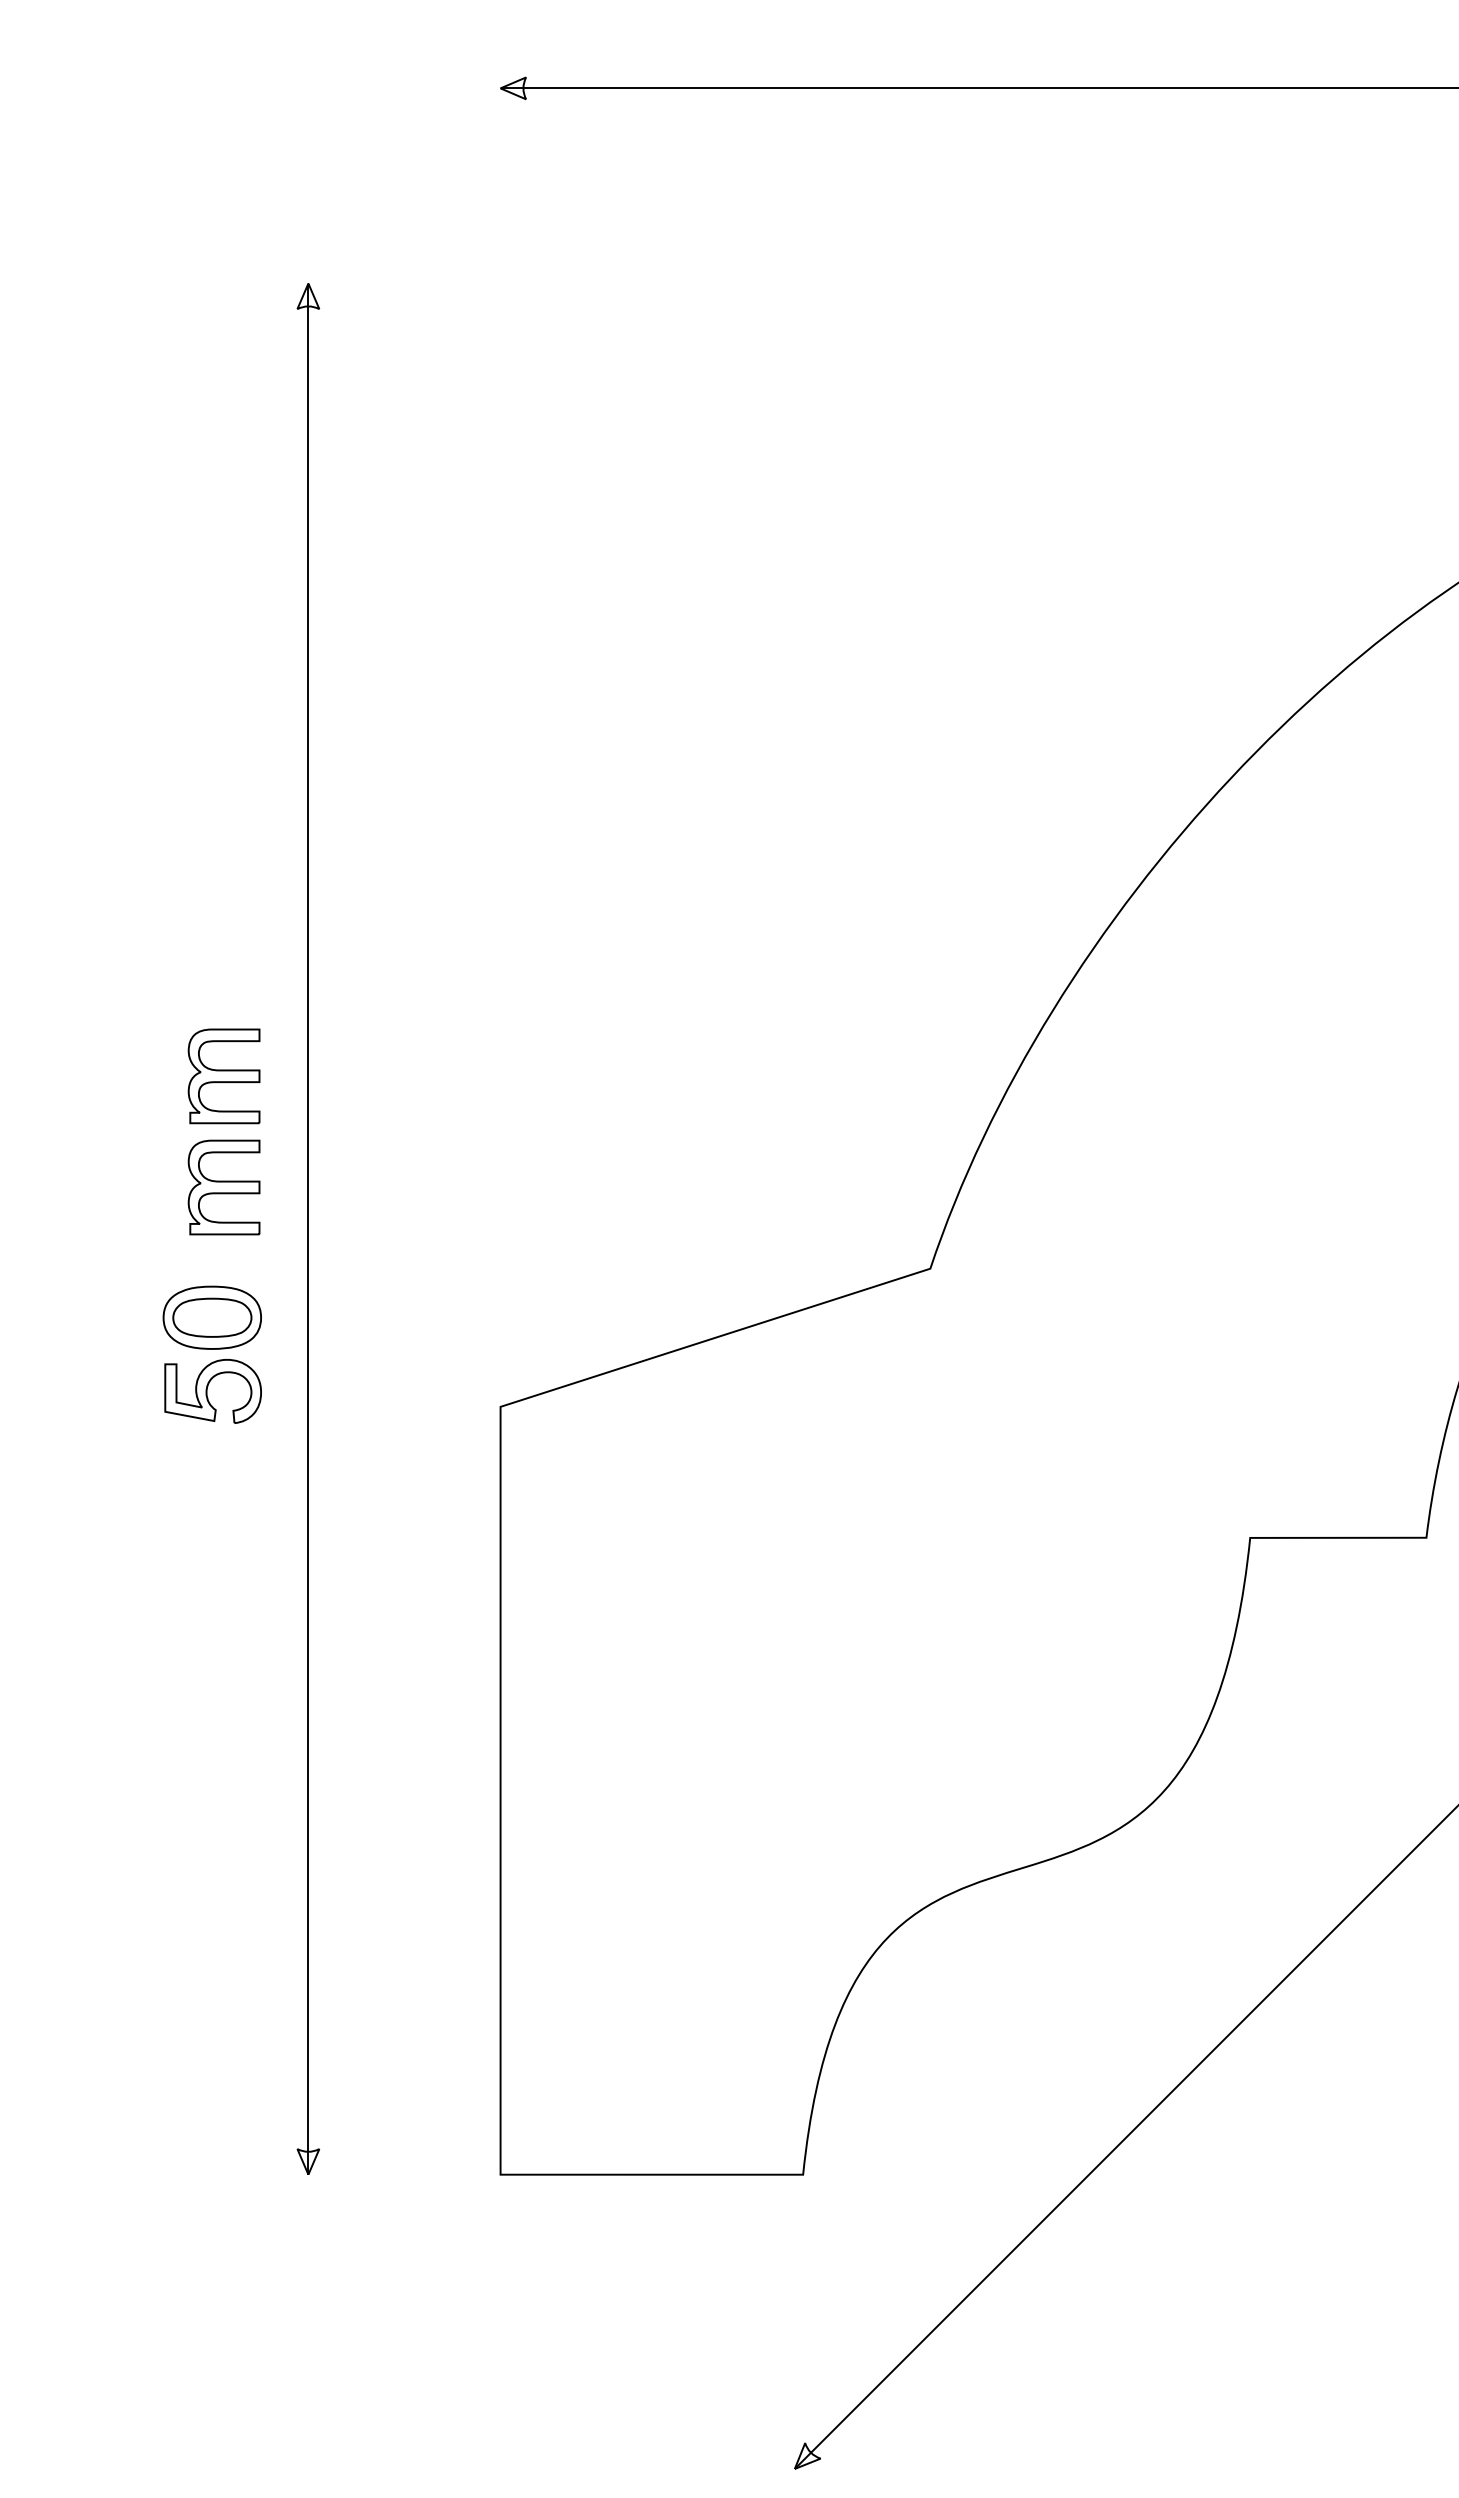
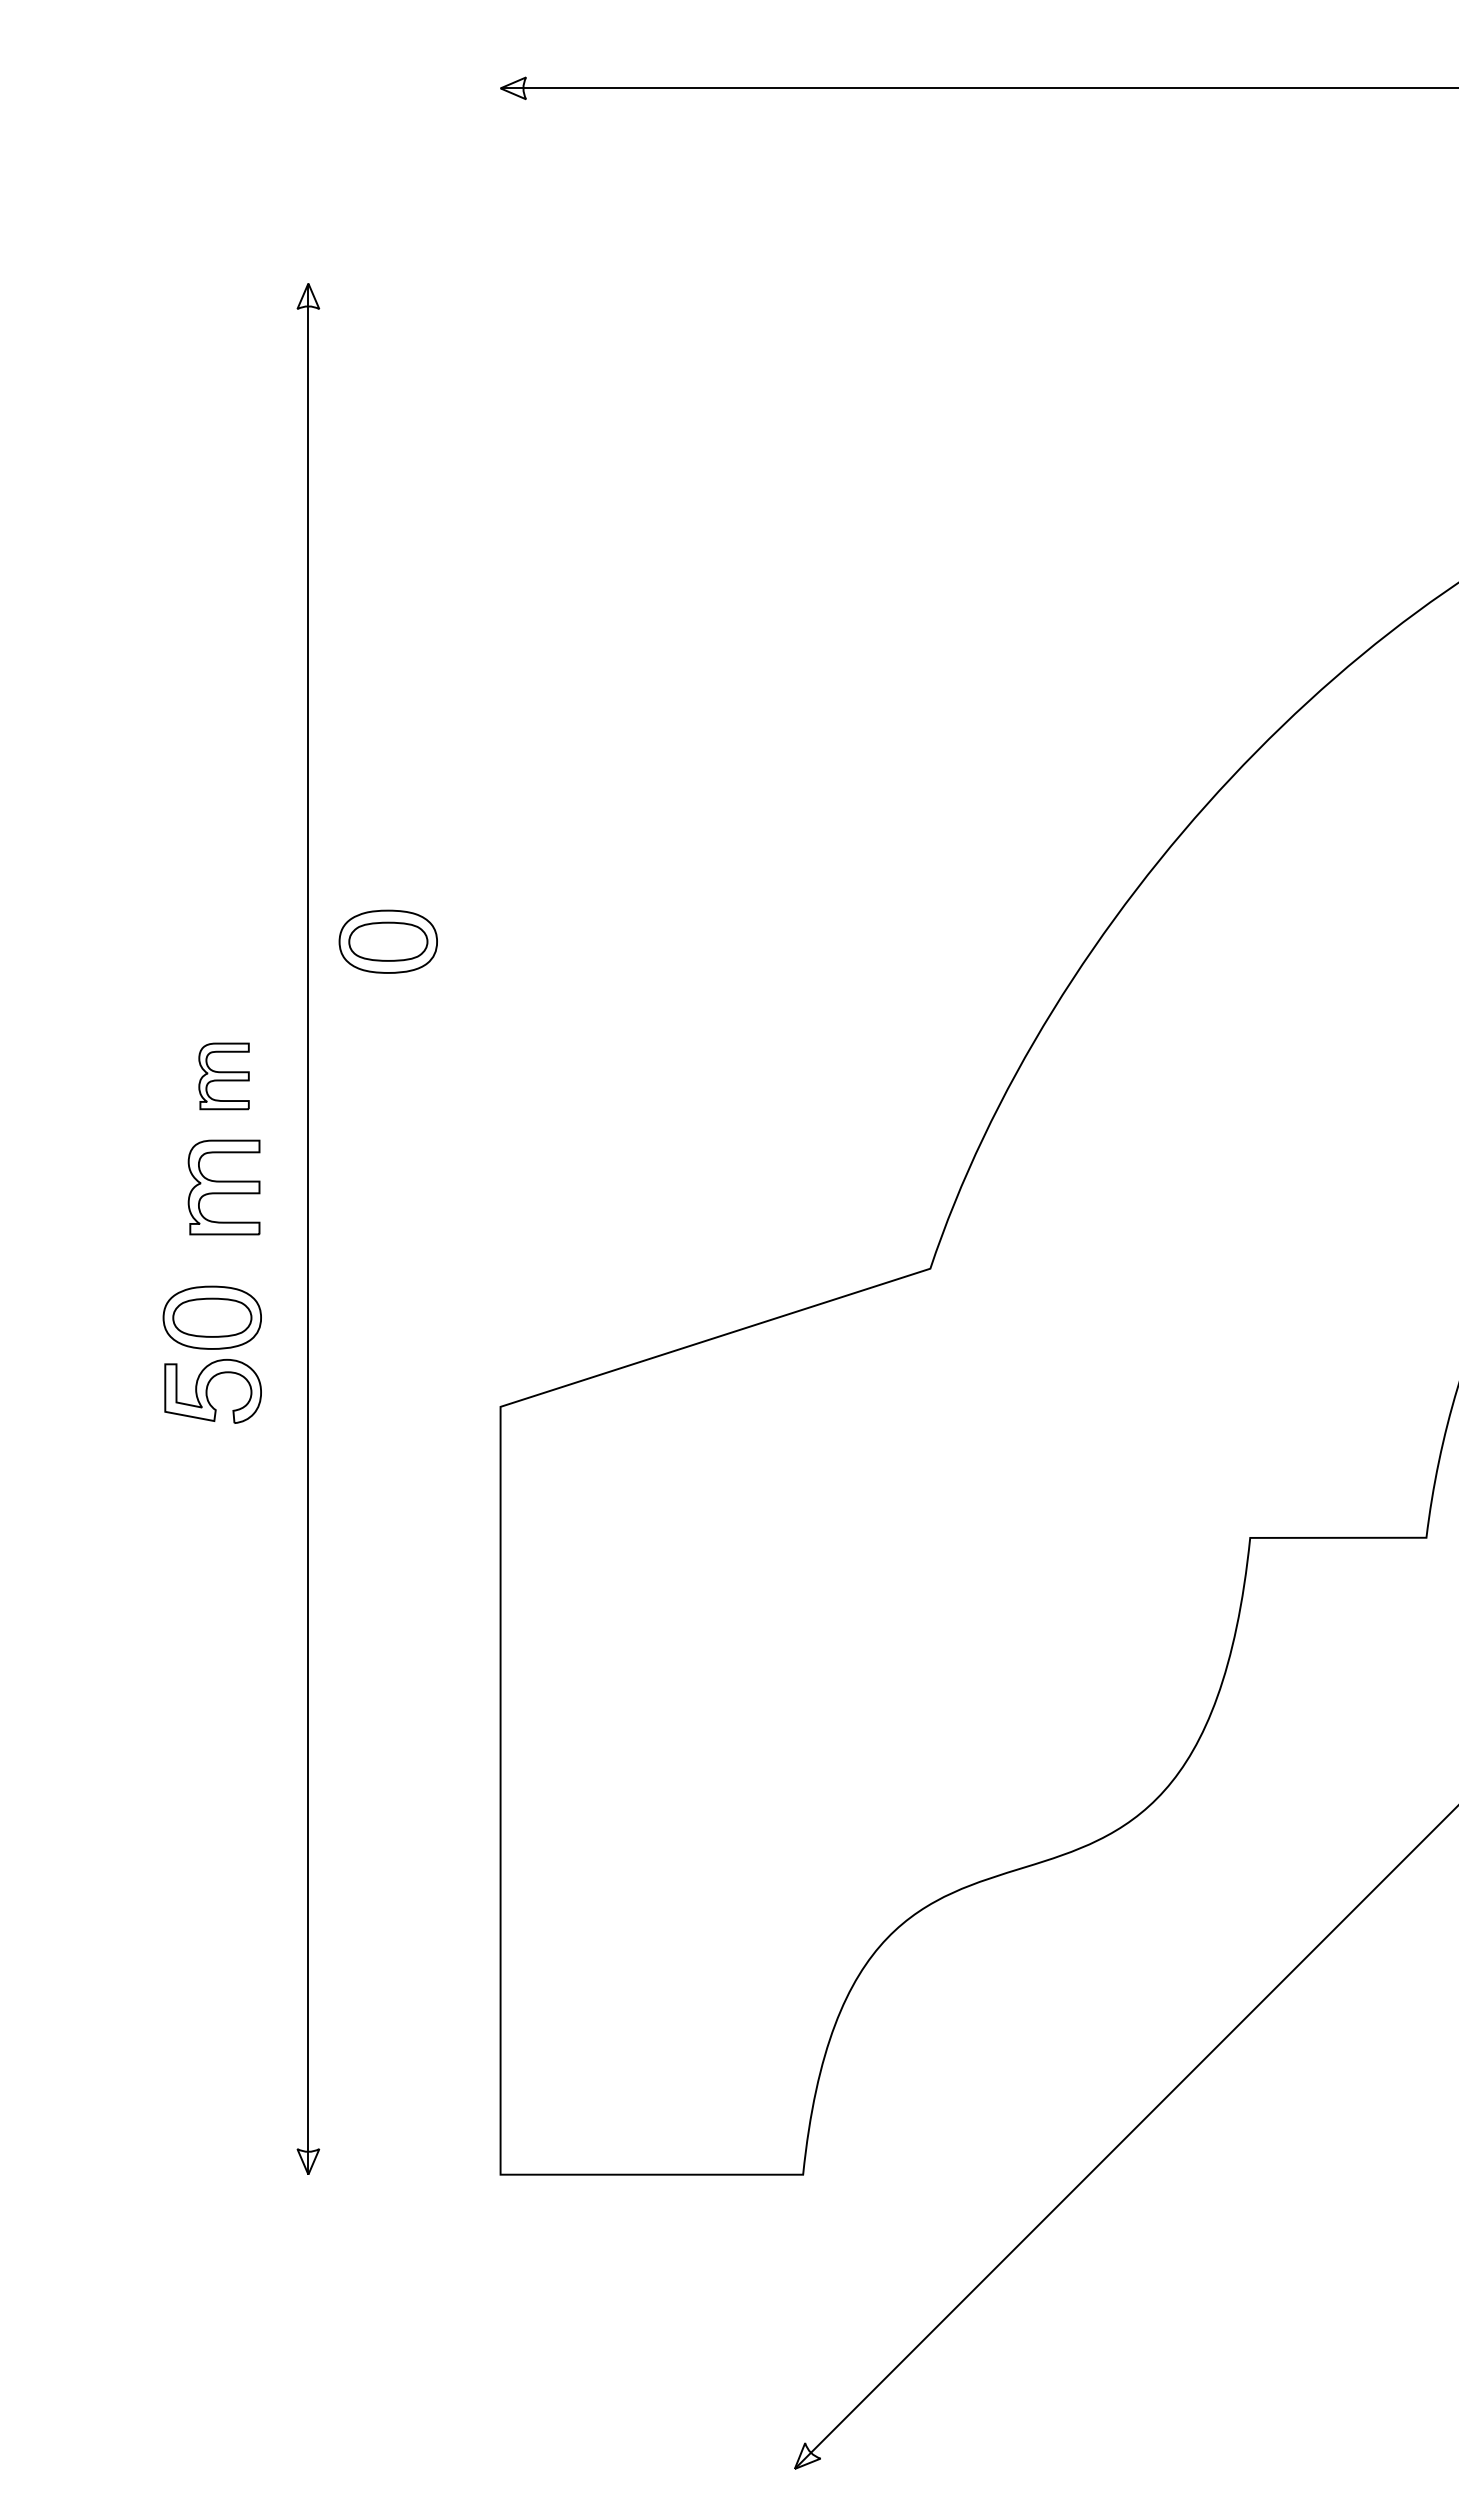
part at (387, 941): none -> present
part at (223, 1076) size: 74x97 px -> 52x69 px
